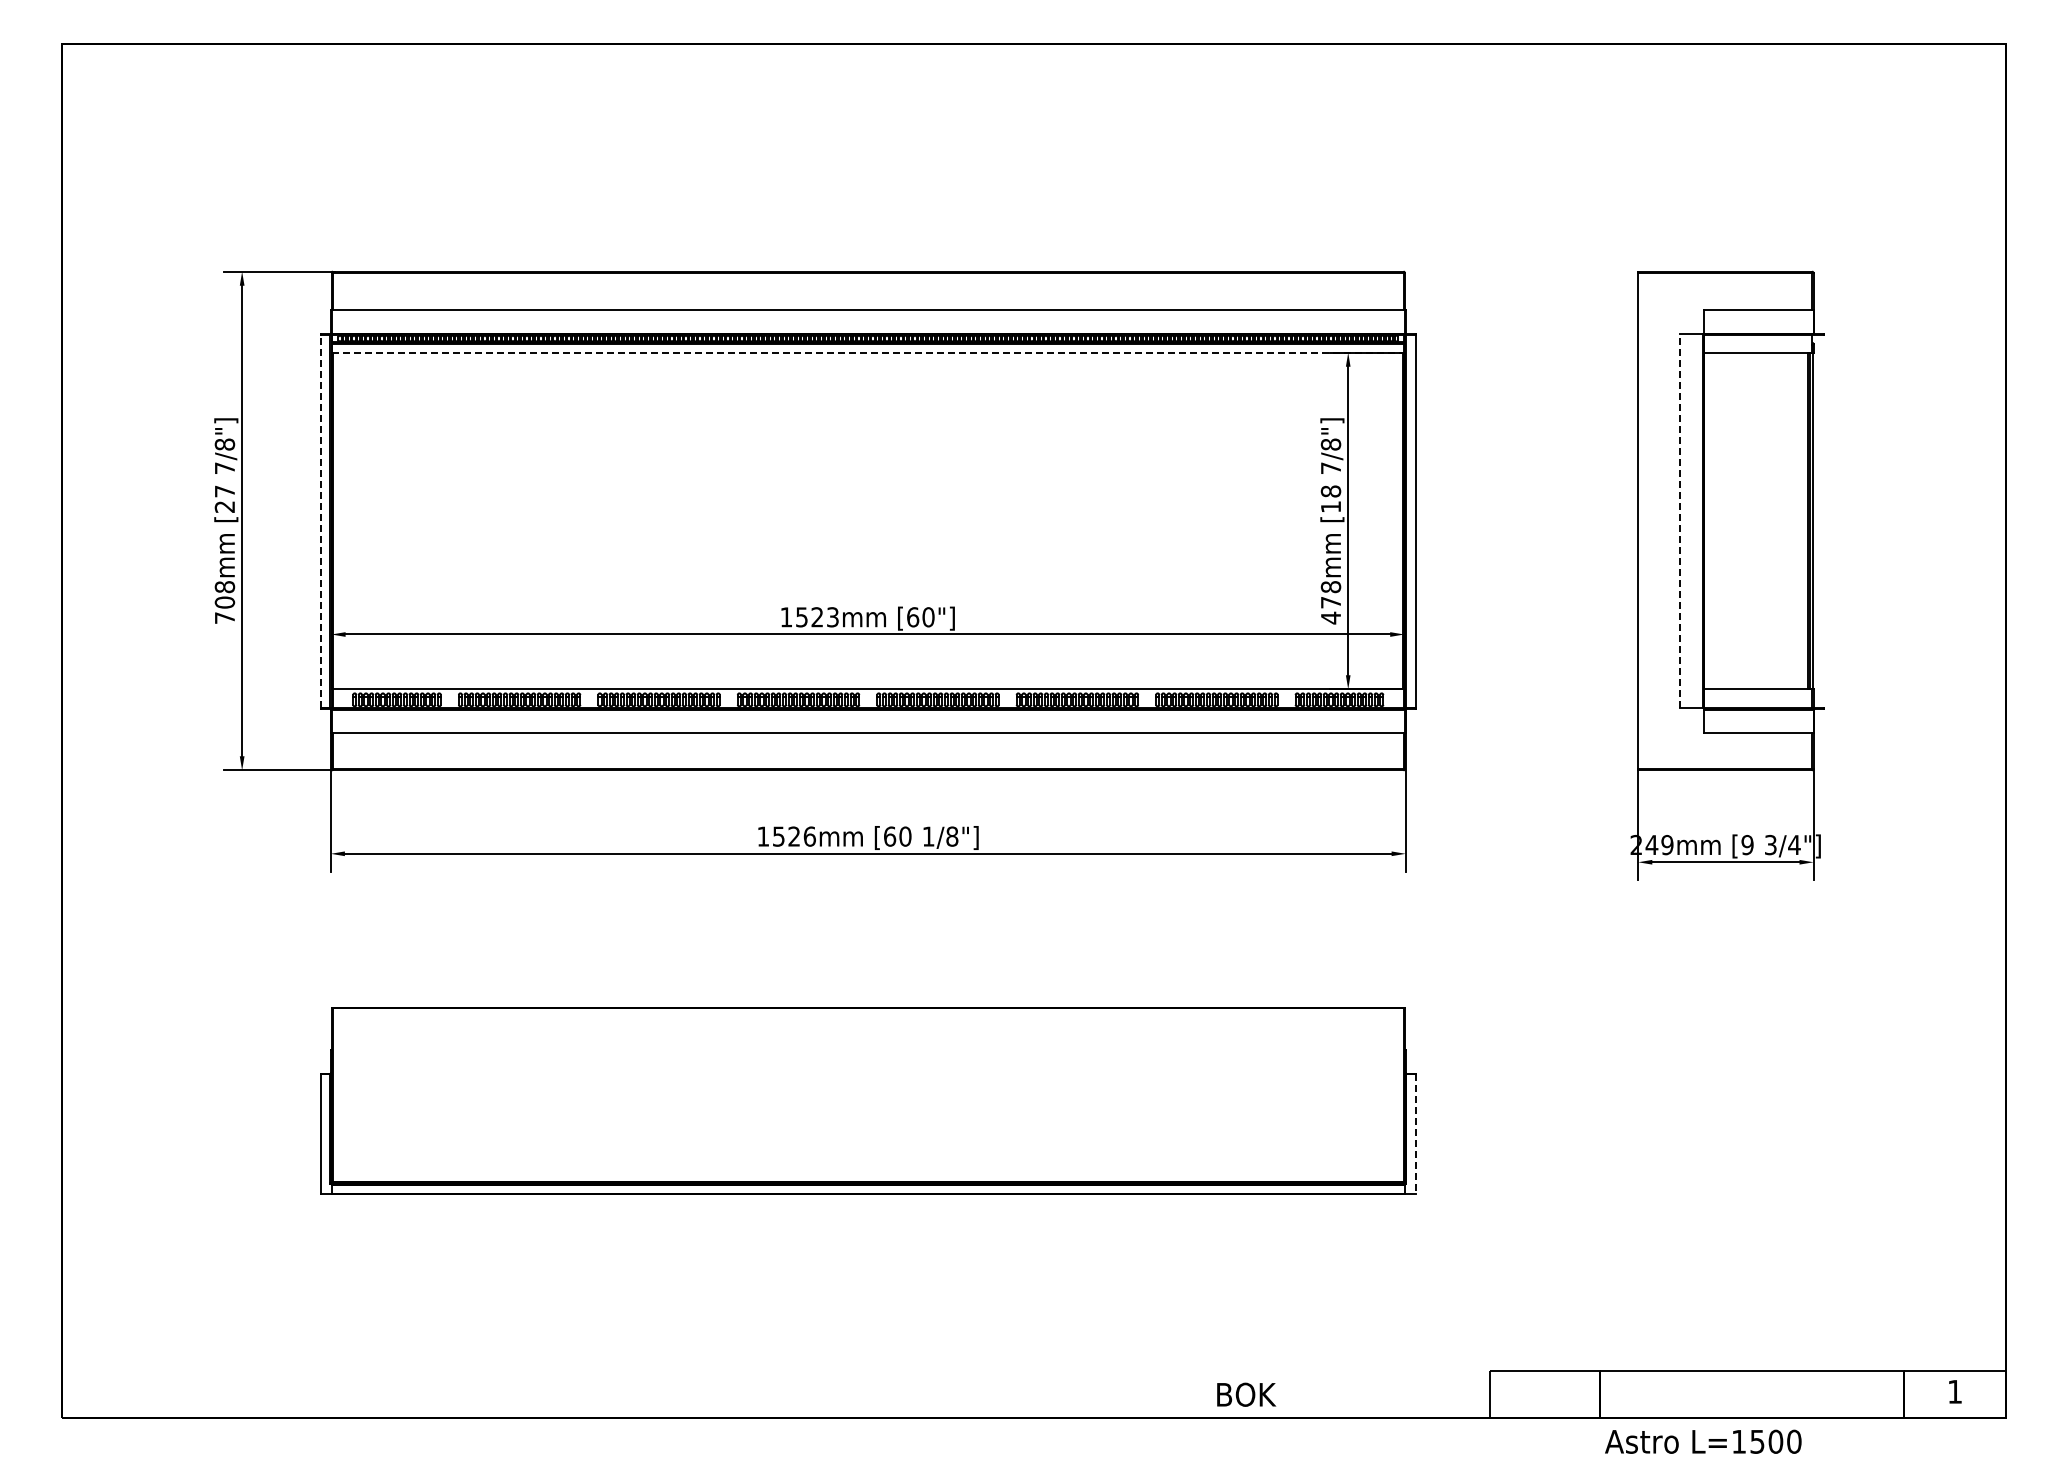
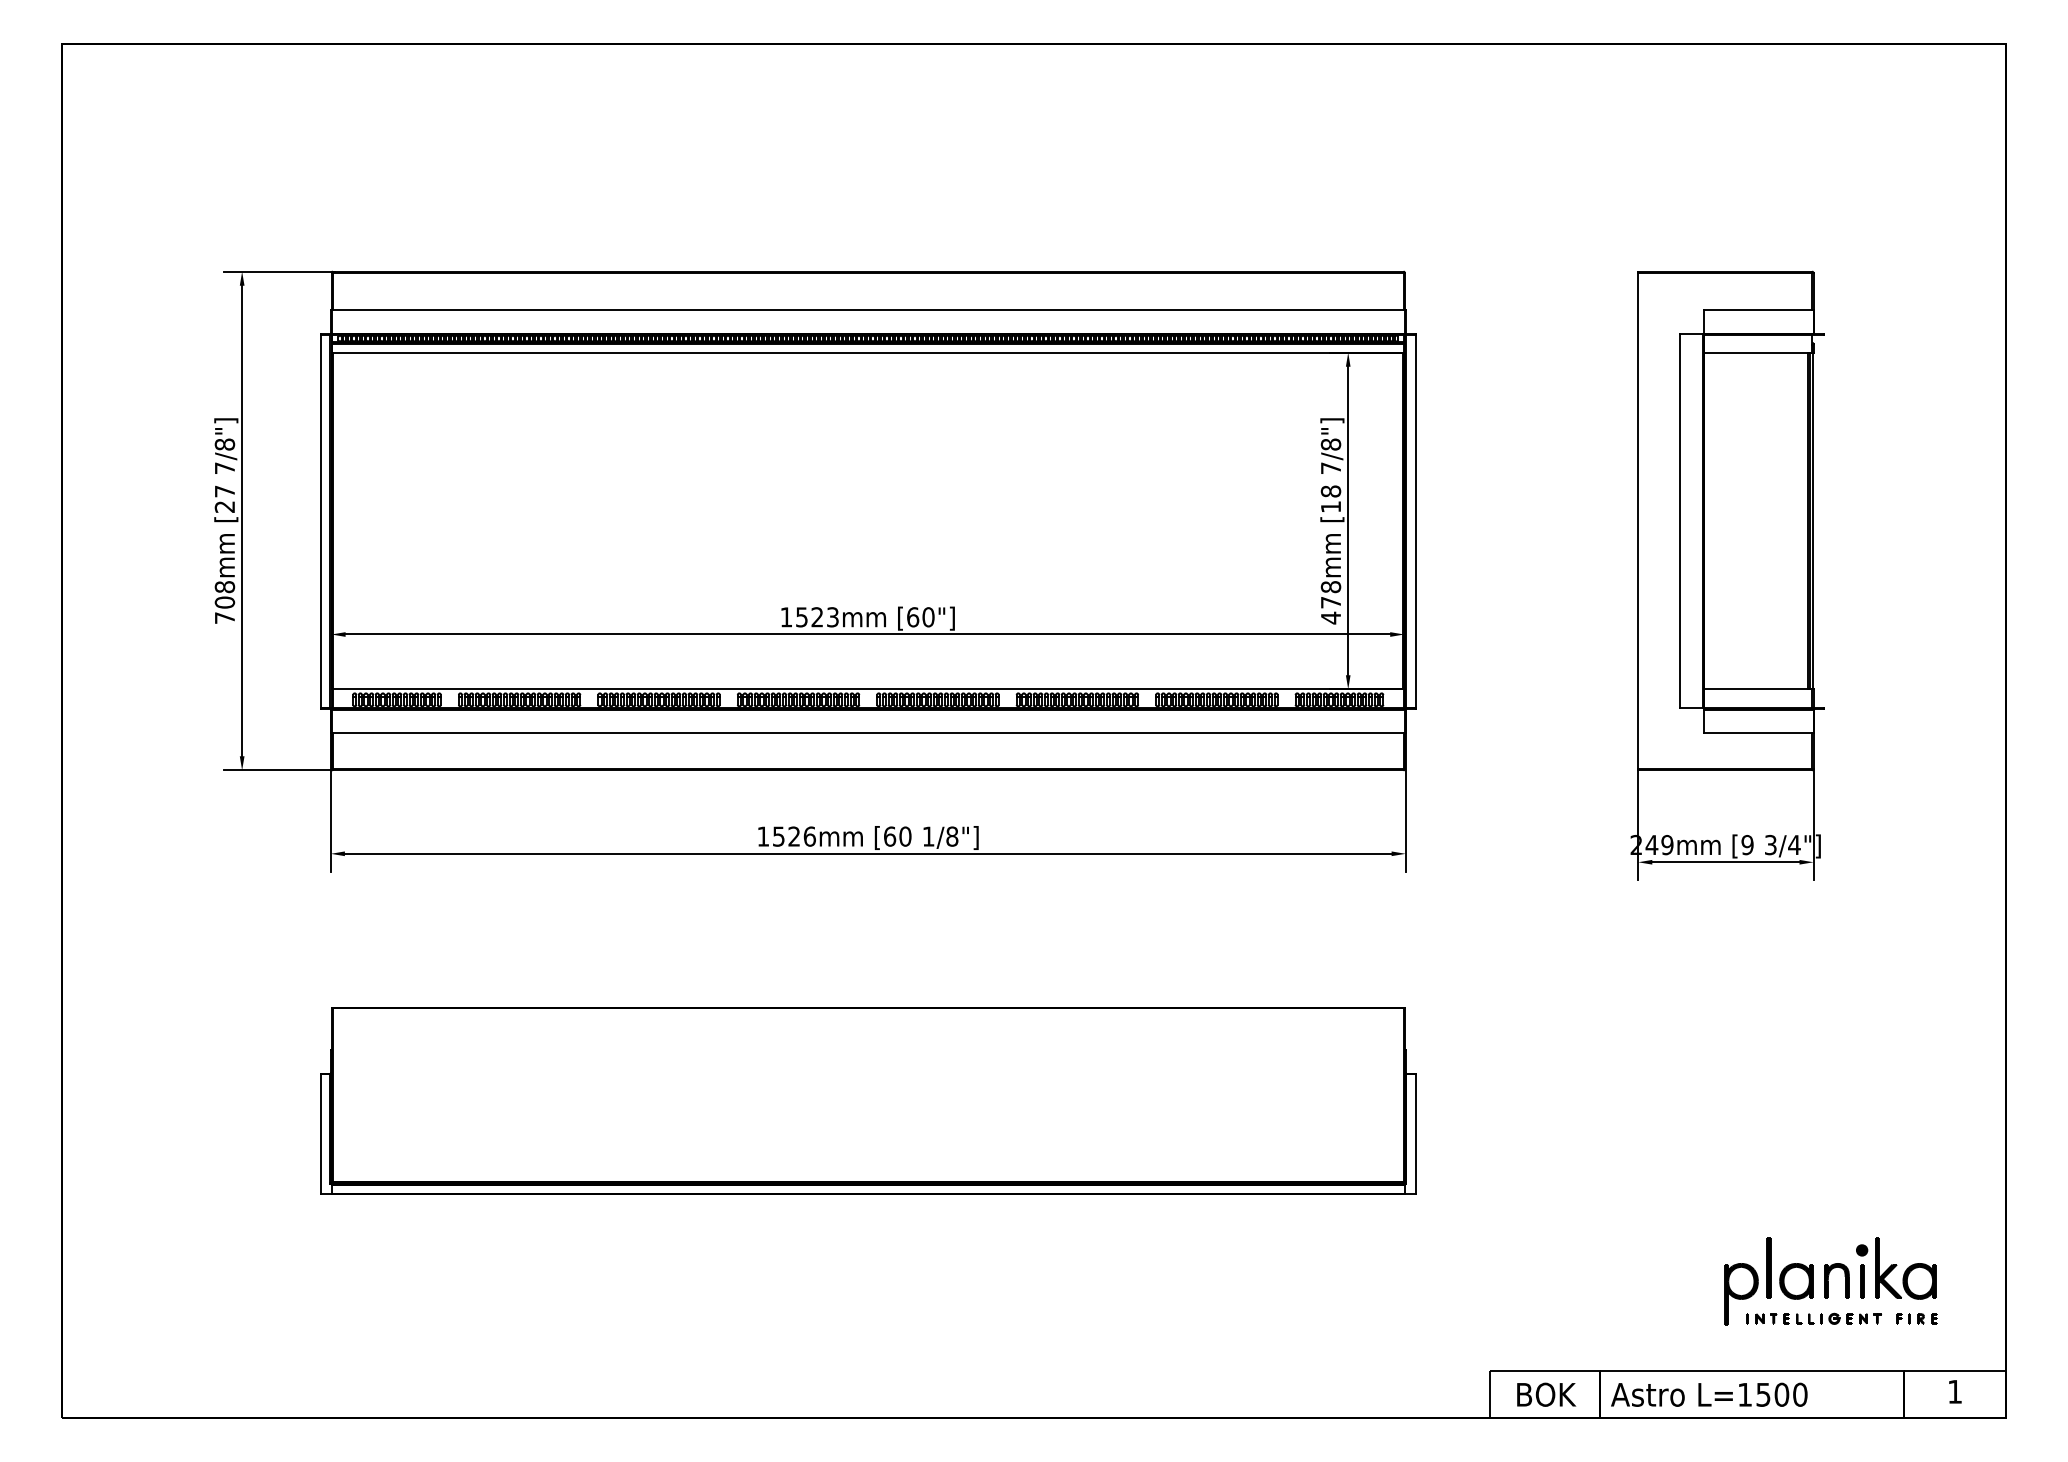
line at (868, 352): dashed -> solid
line at (320, 520): dashed -> solid
line at (1679, 521): dashed -> solid
line at (1415, 1134): dashed -> solid
part at (1830, 1281): none -> present
text at (1246, 1394) position: (1246, 1394) -> (1546, 1394)
text at (1703, 1441) position: (1703, 1441) -> (1709, 1394)
